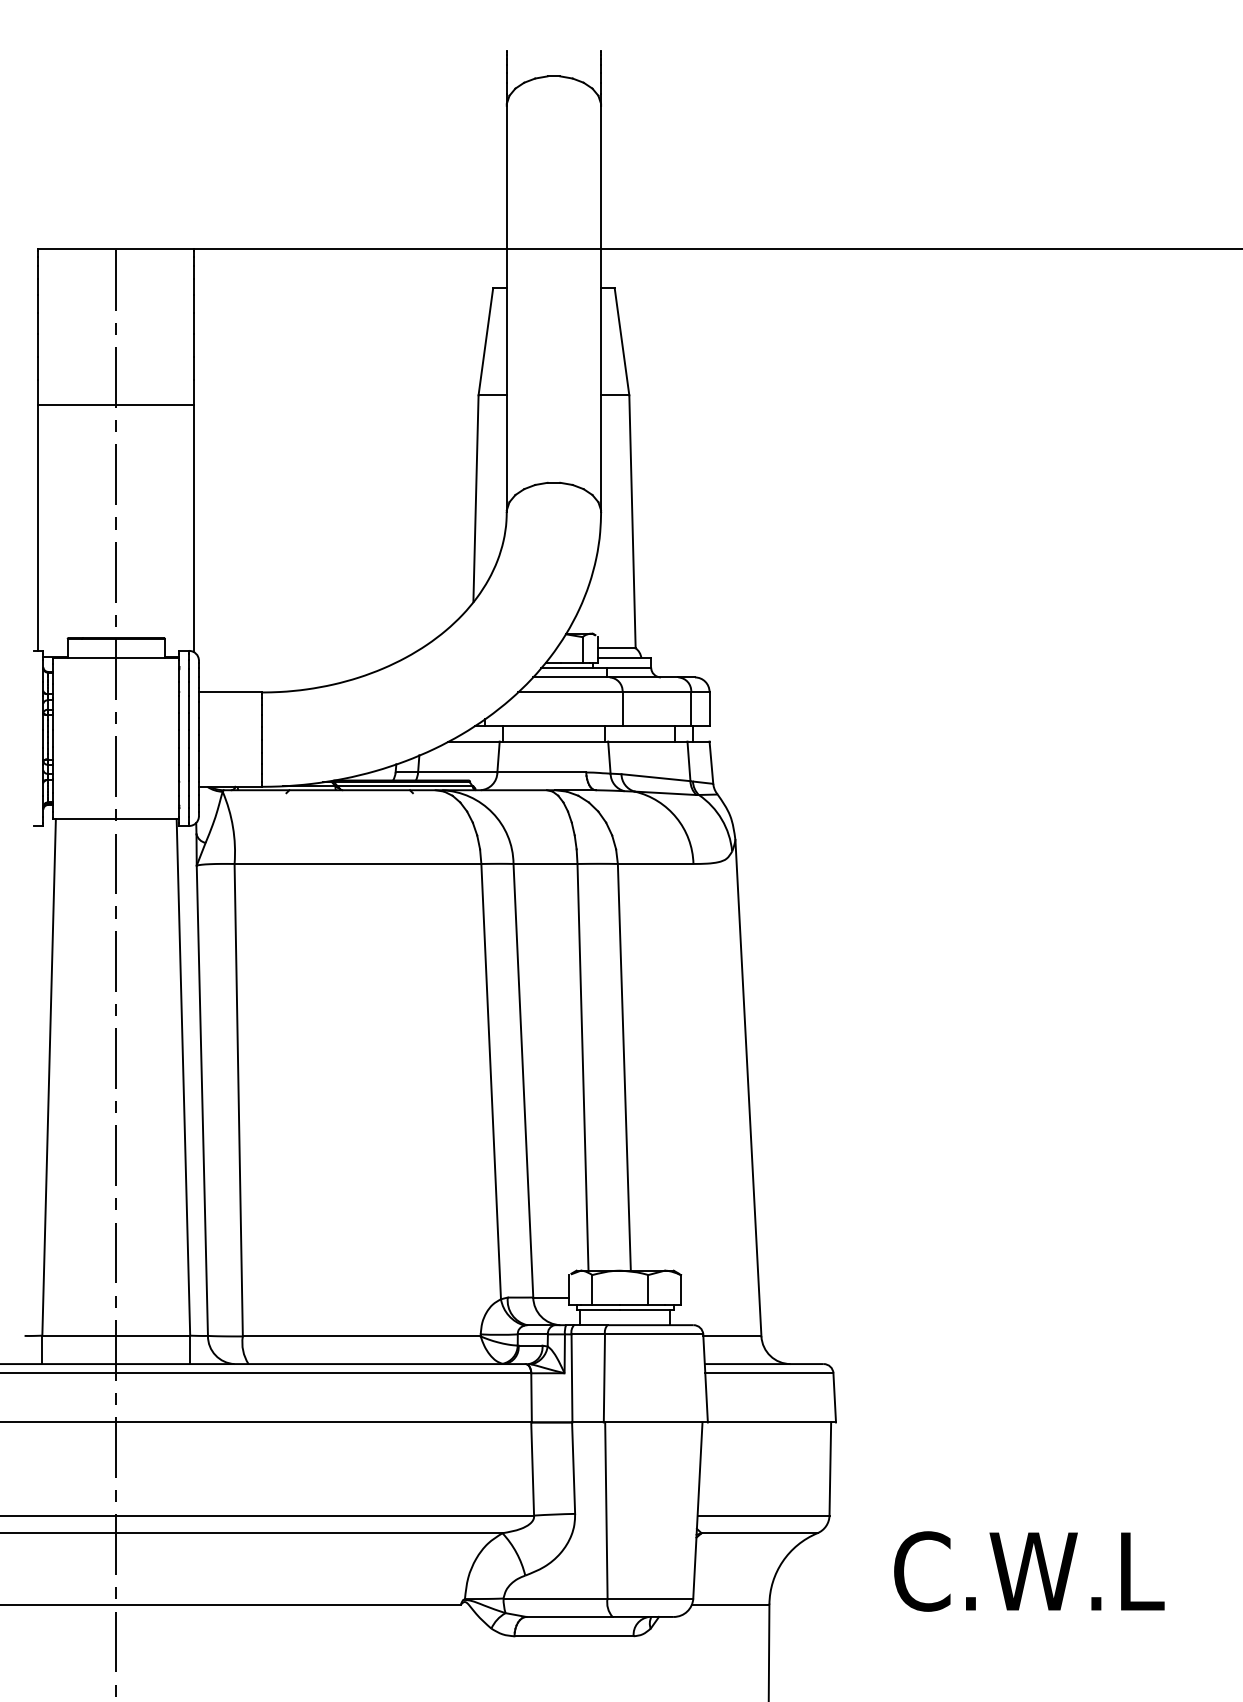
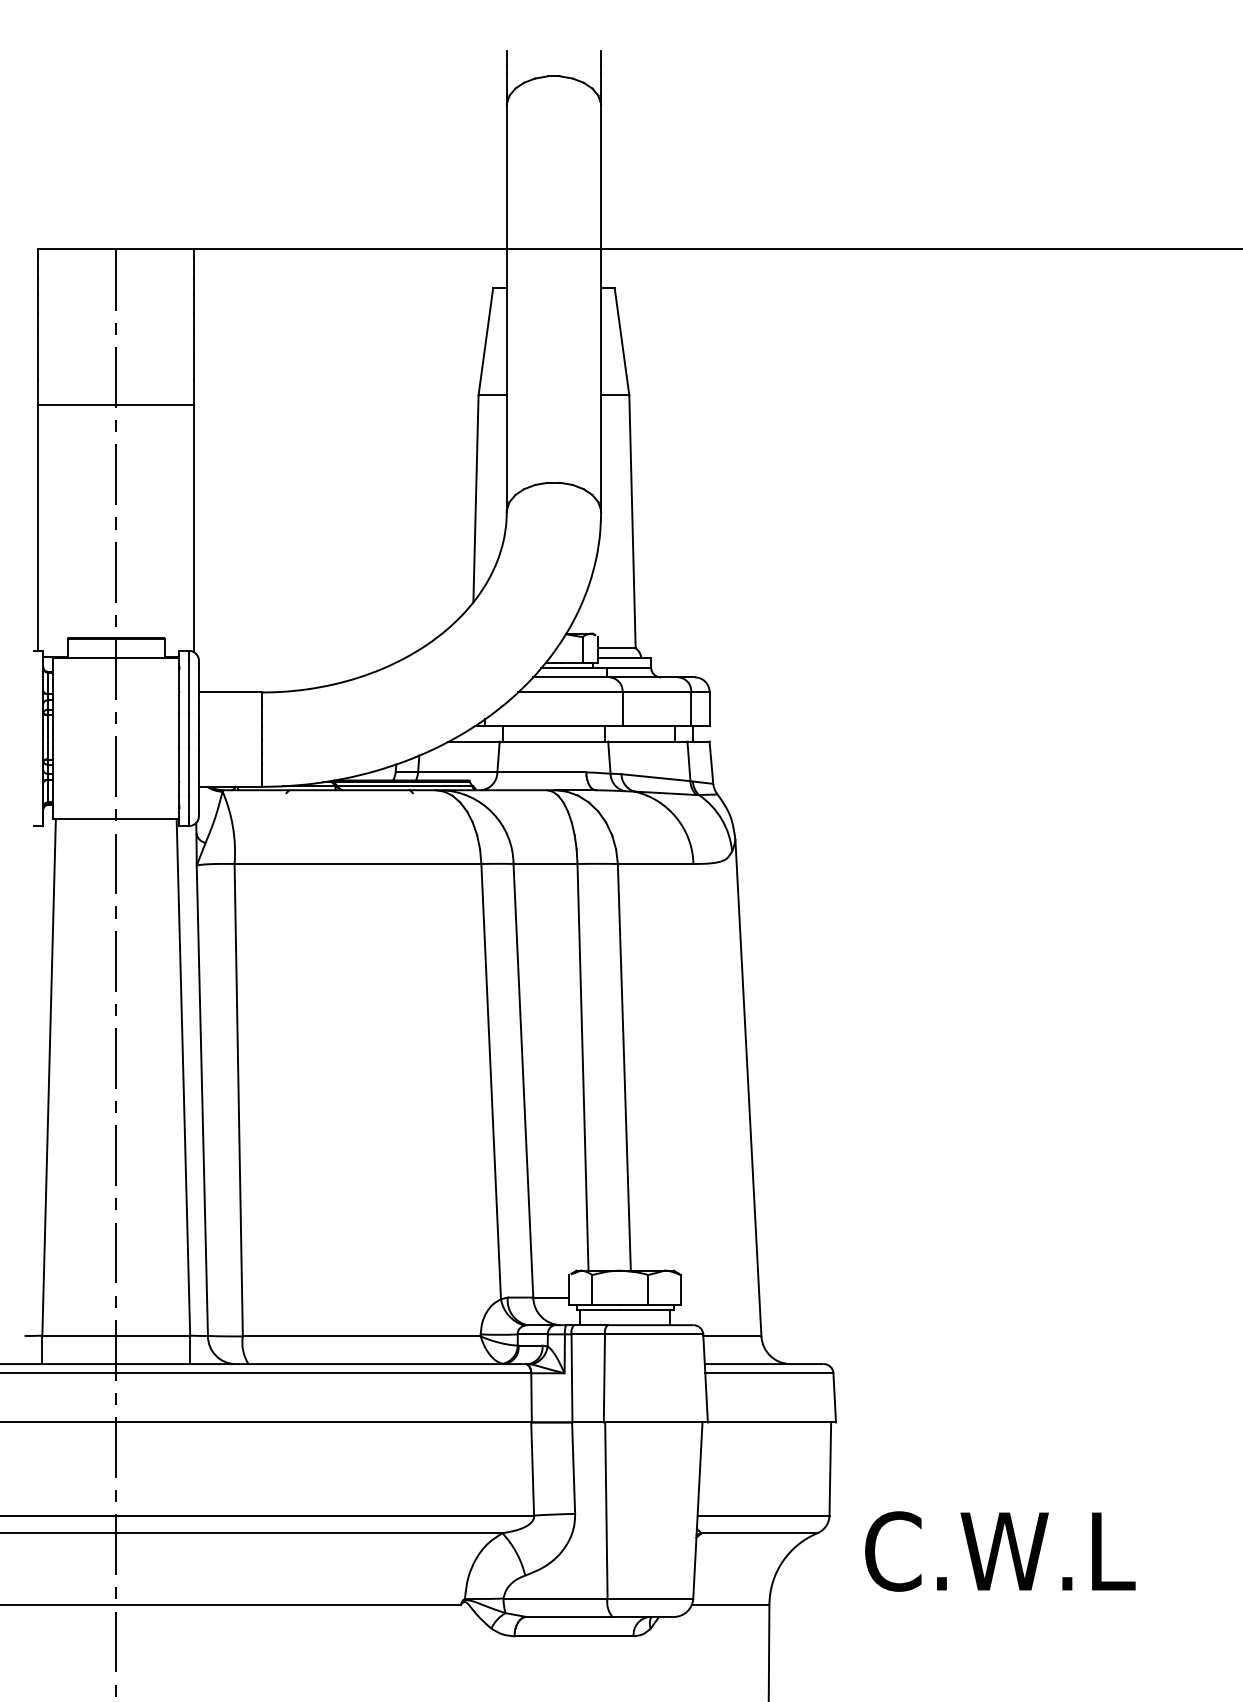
text at (1029, 1571) position: (1029, 1571) -> (1000, 1551)
